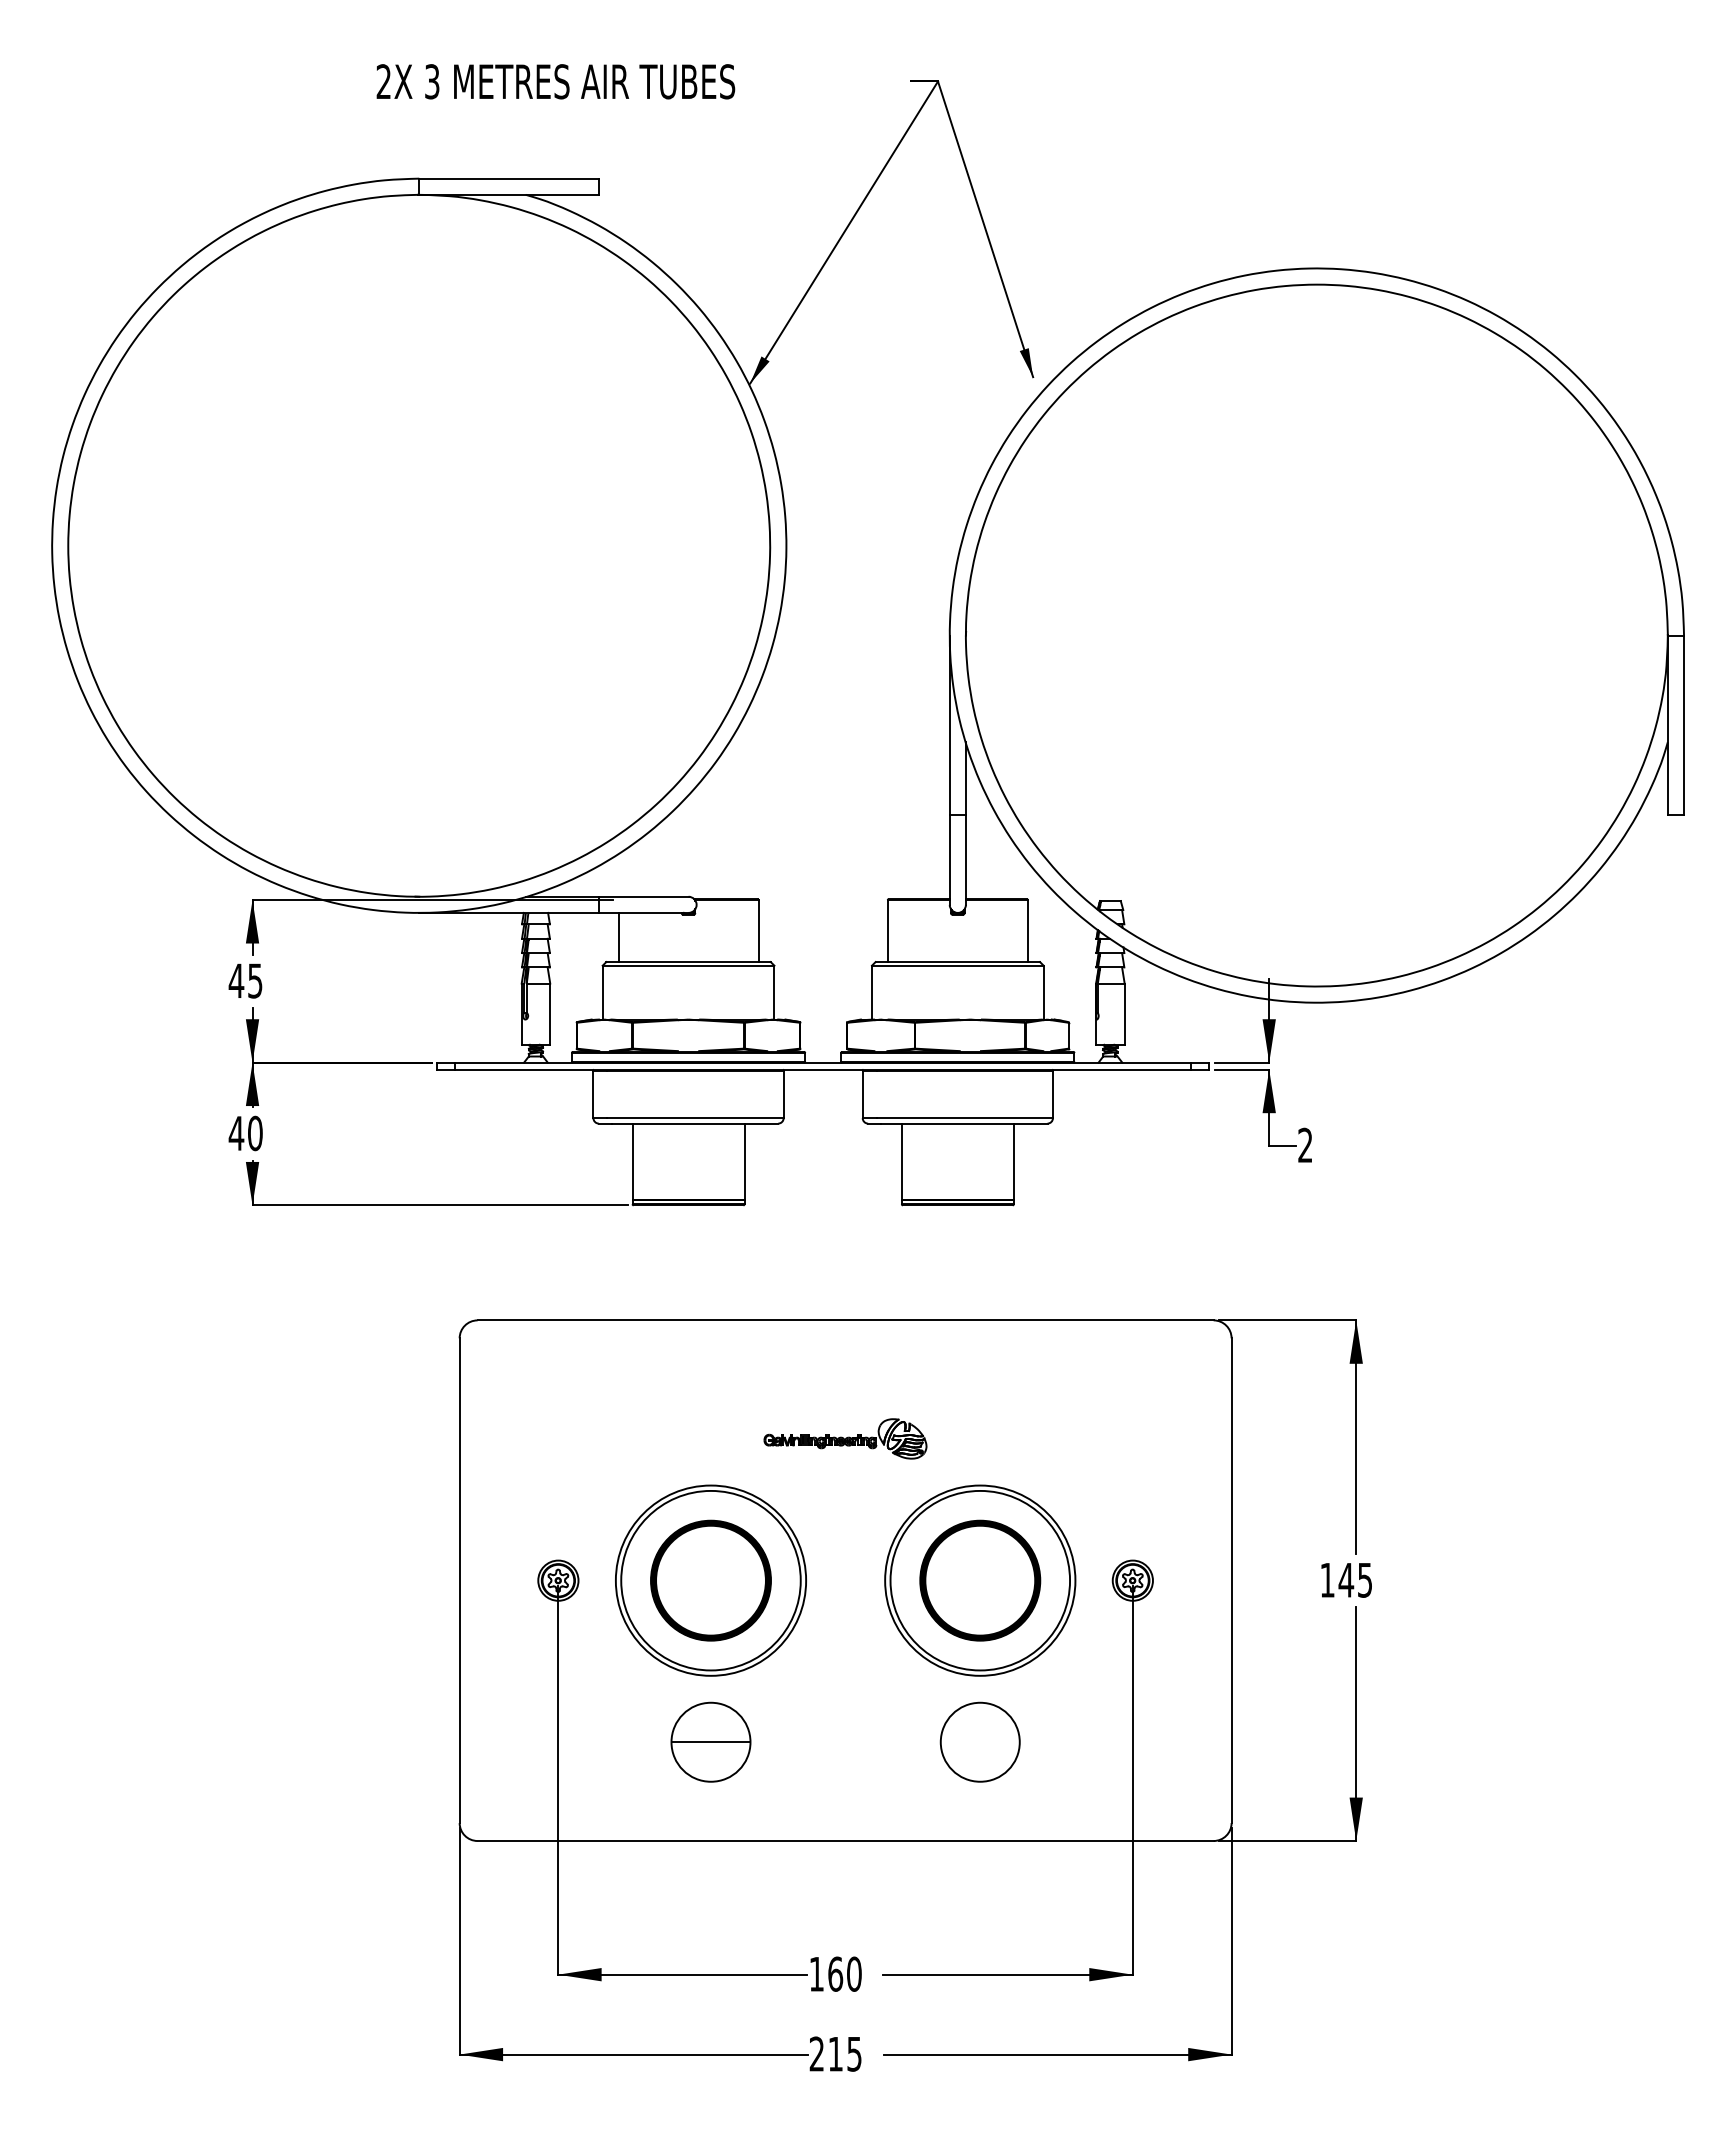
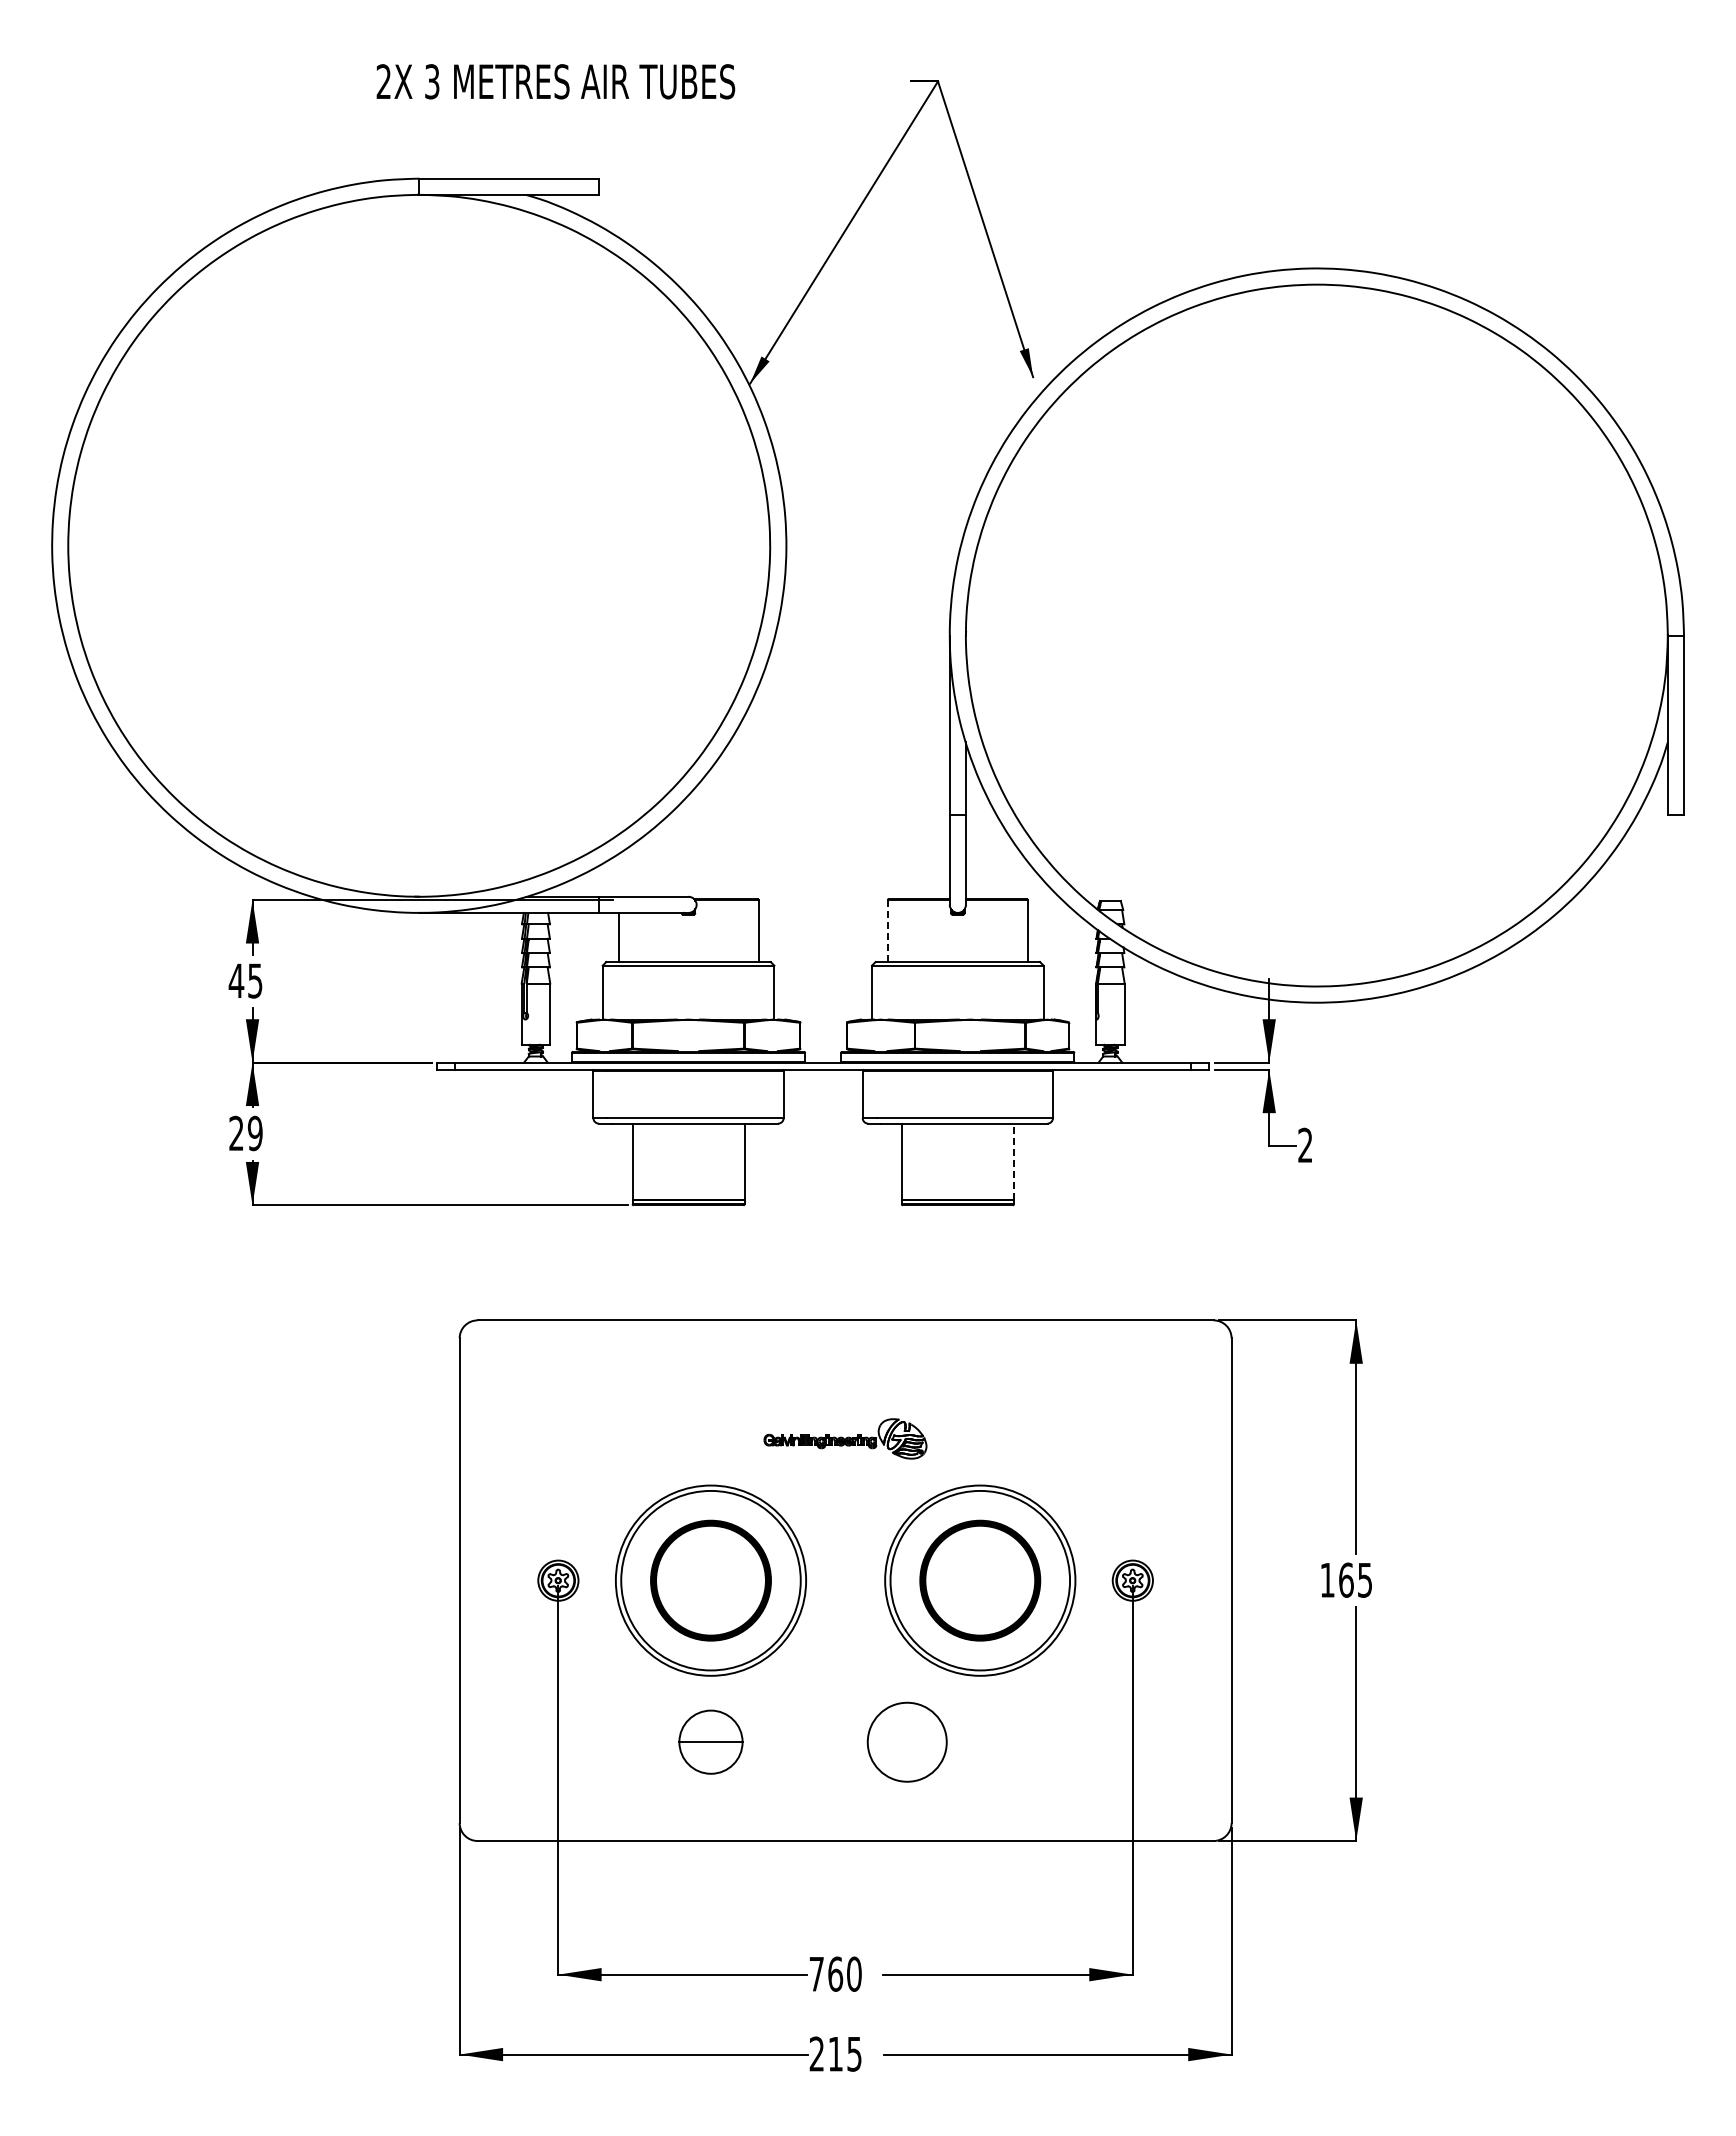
line at (887, 931): solid -> dashed
text at (245, 1133): 40 -> 29
line at (1013, 1161): solid -> dashed
text at (1346, 1579): 145 -> 165
part at (710, 1741) size: 82x82 px -> 66x66 px
circle at (979, 1741) position: (979, 1741) -> (906, 1741)
text at (816, 1974): 160 -> 760
